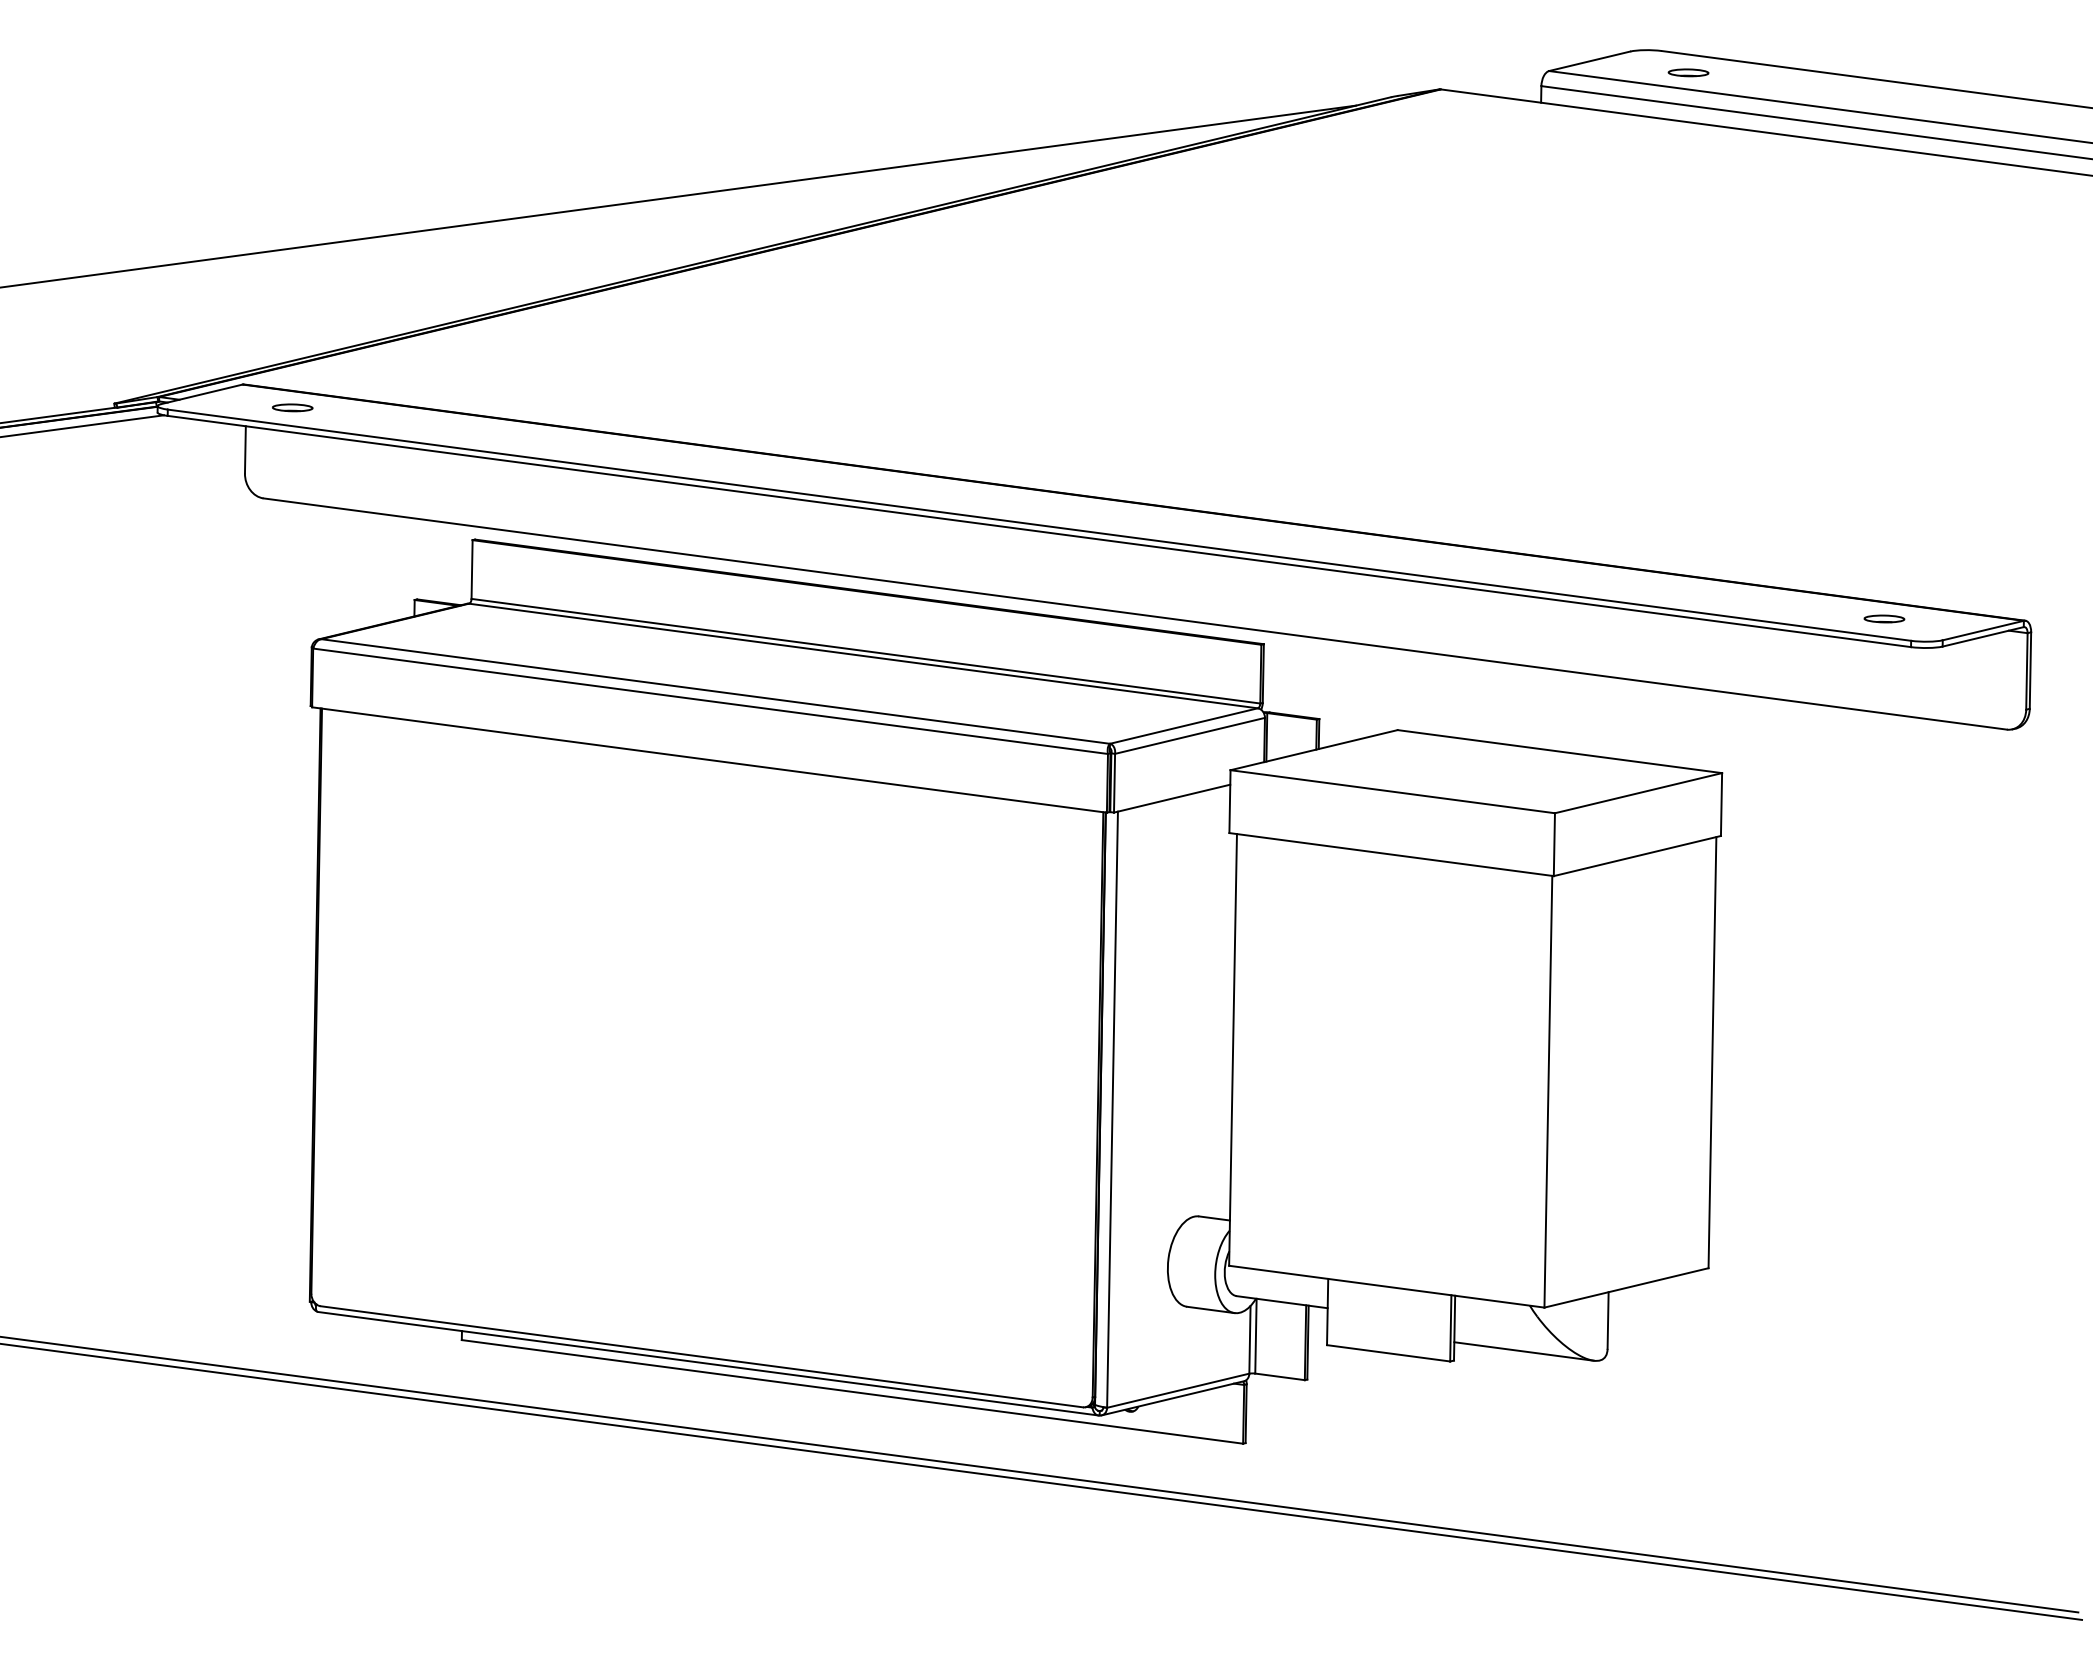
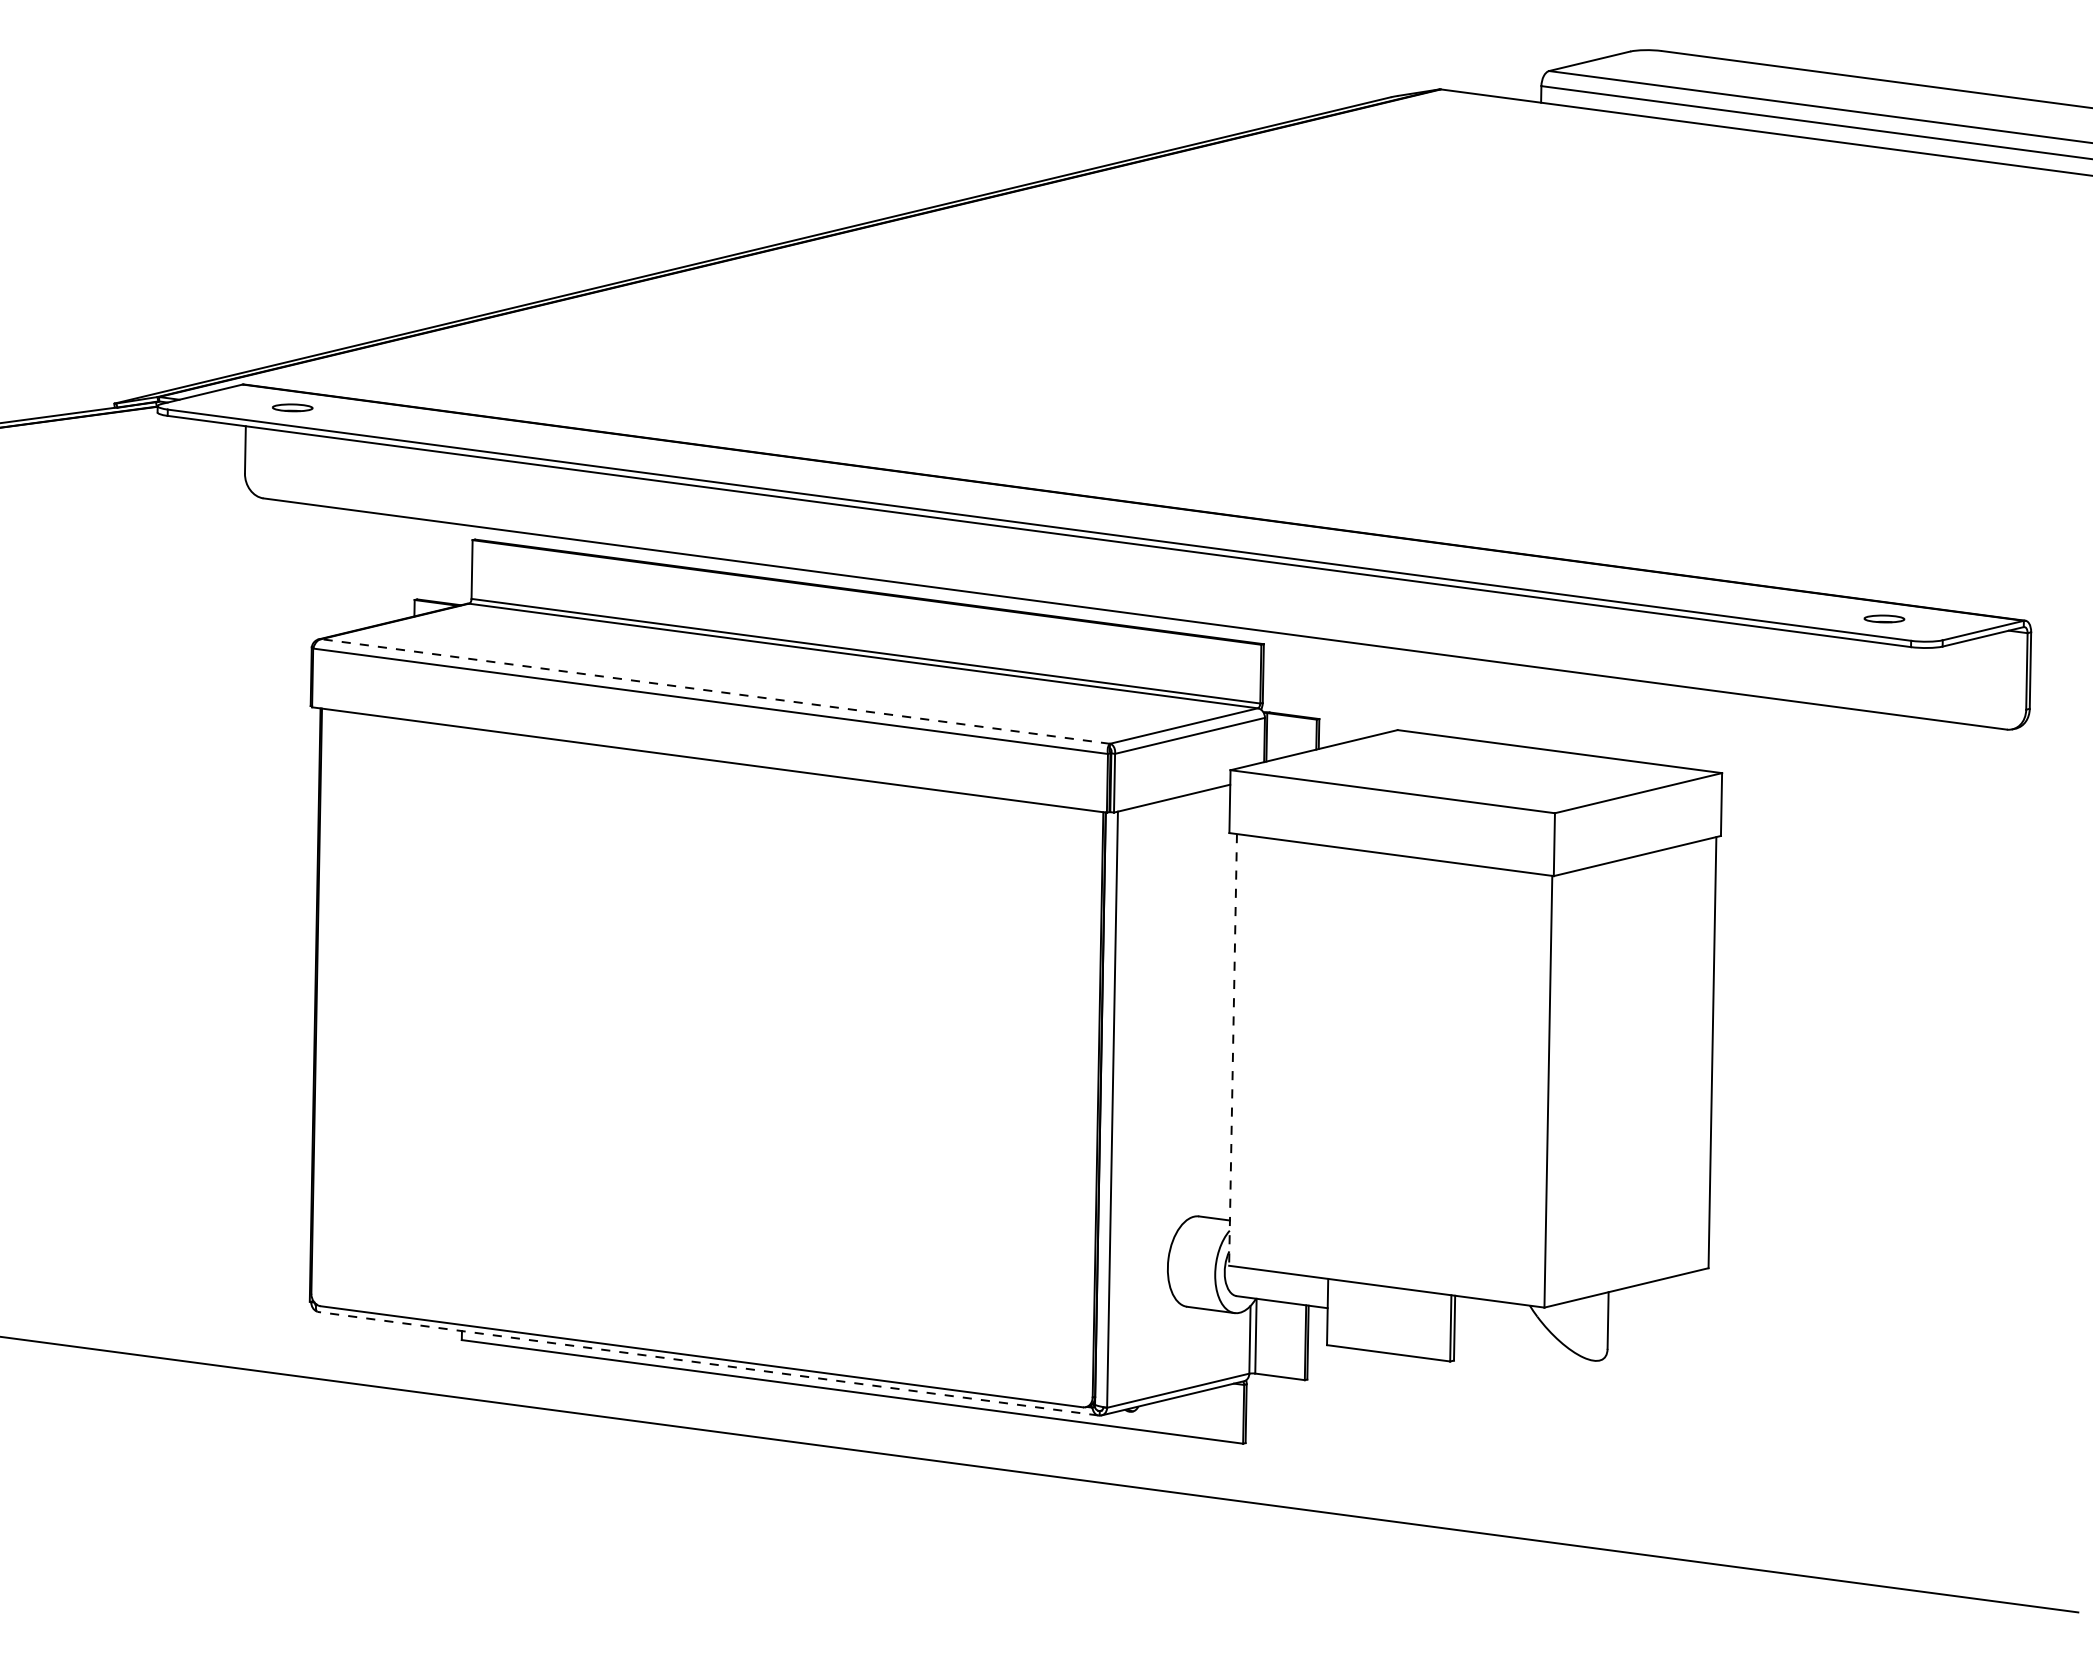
part at (1688, 72): present -> none
line at (679, 196): present -> none
line at (83, 425): present -> none
line at (715, 691): solid -> dashed
line at (1233, 1049): solid -> dashed
line at (1523, 1351): present -> none
line at (708, 1363): solid -> dashed
line at (1042, 1481): present -> none
